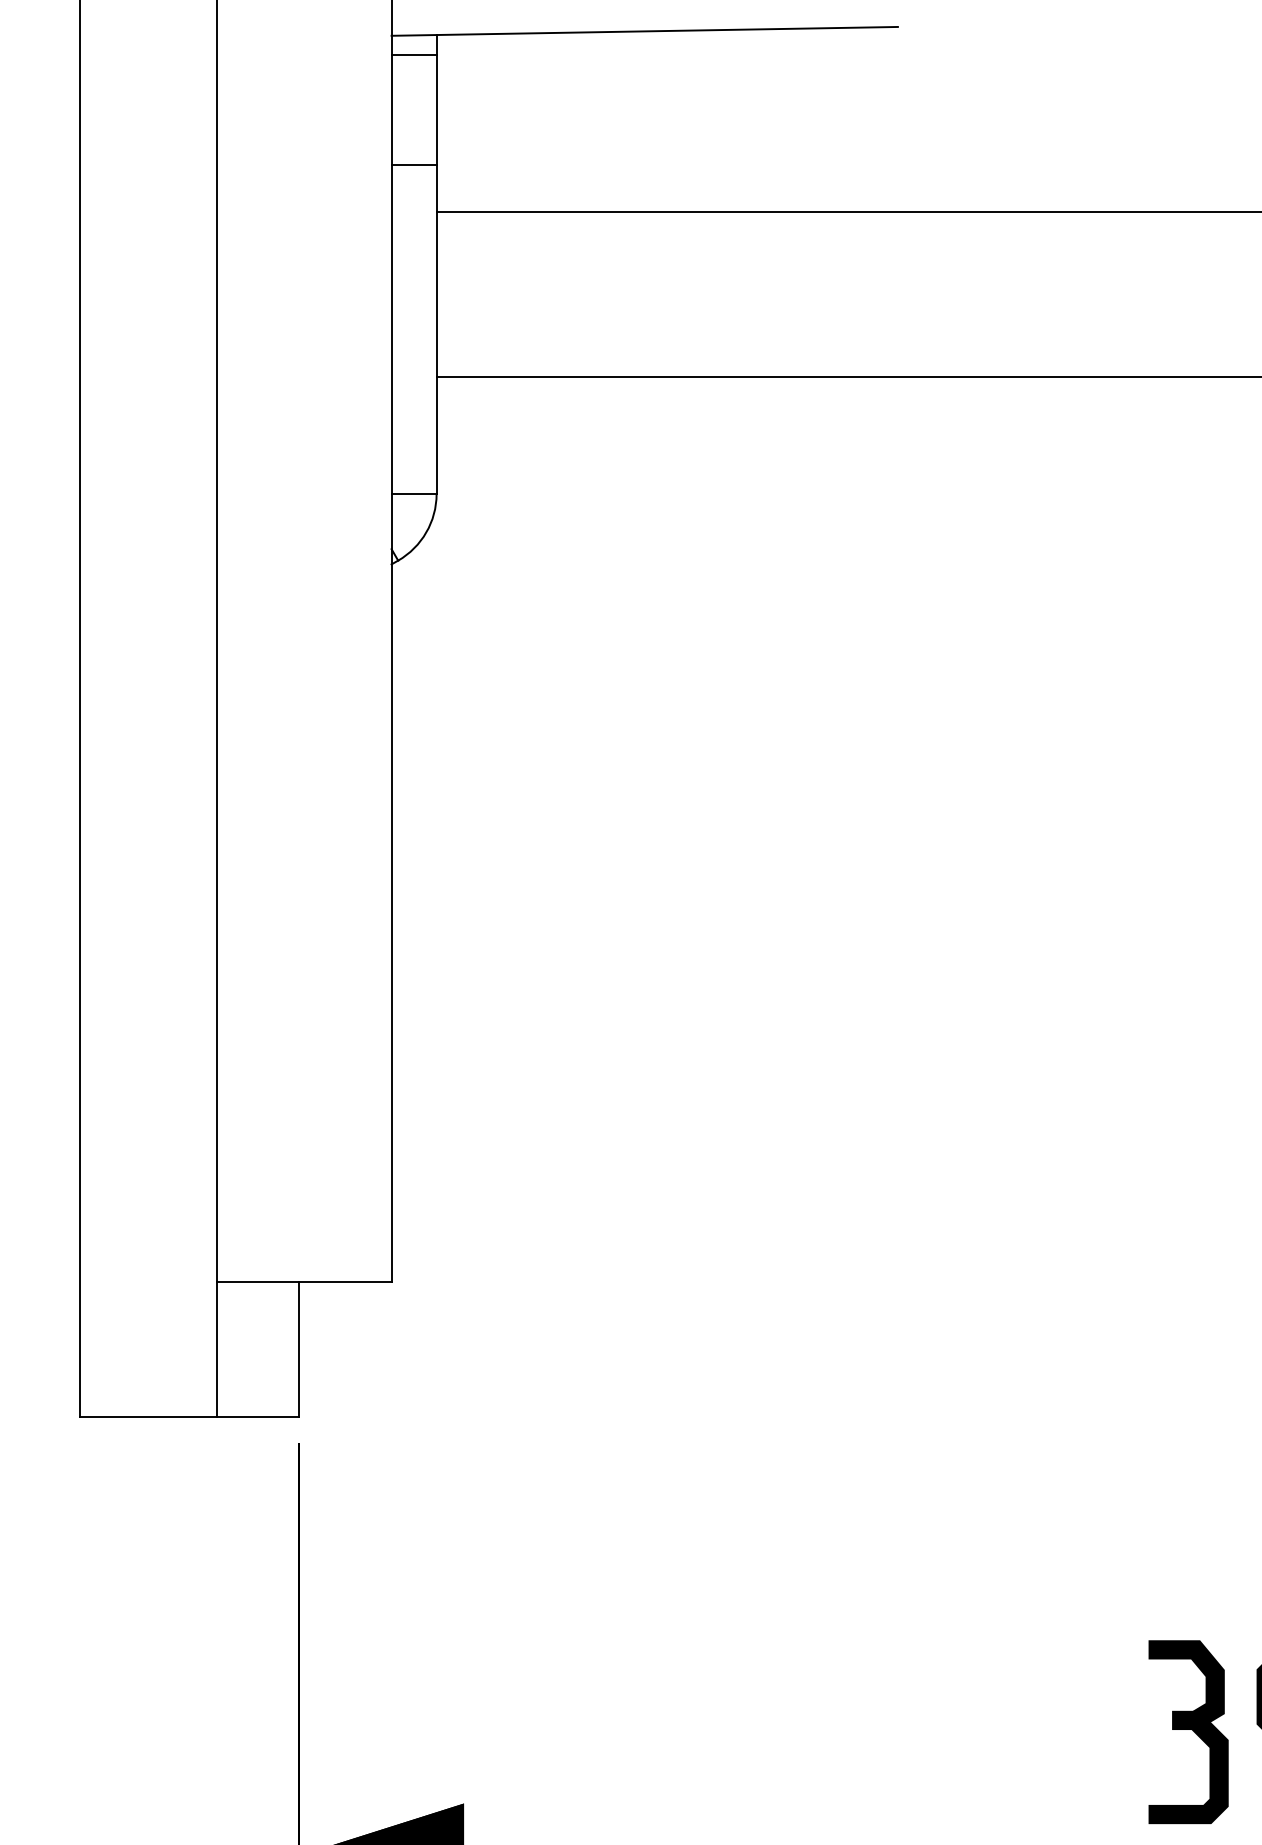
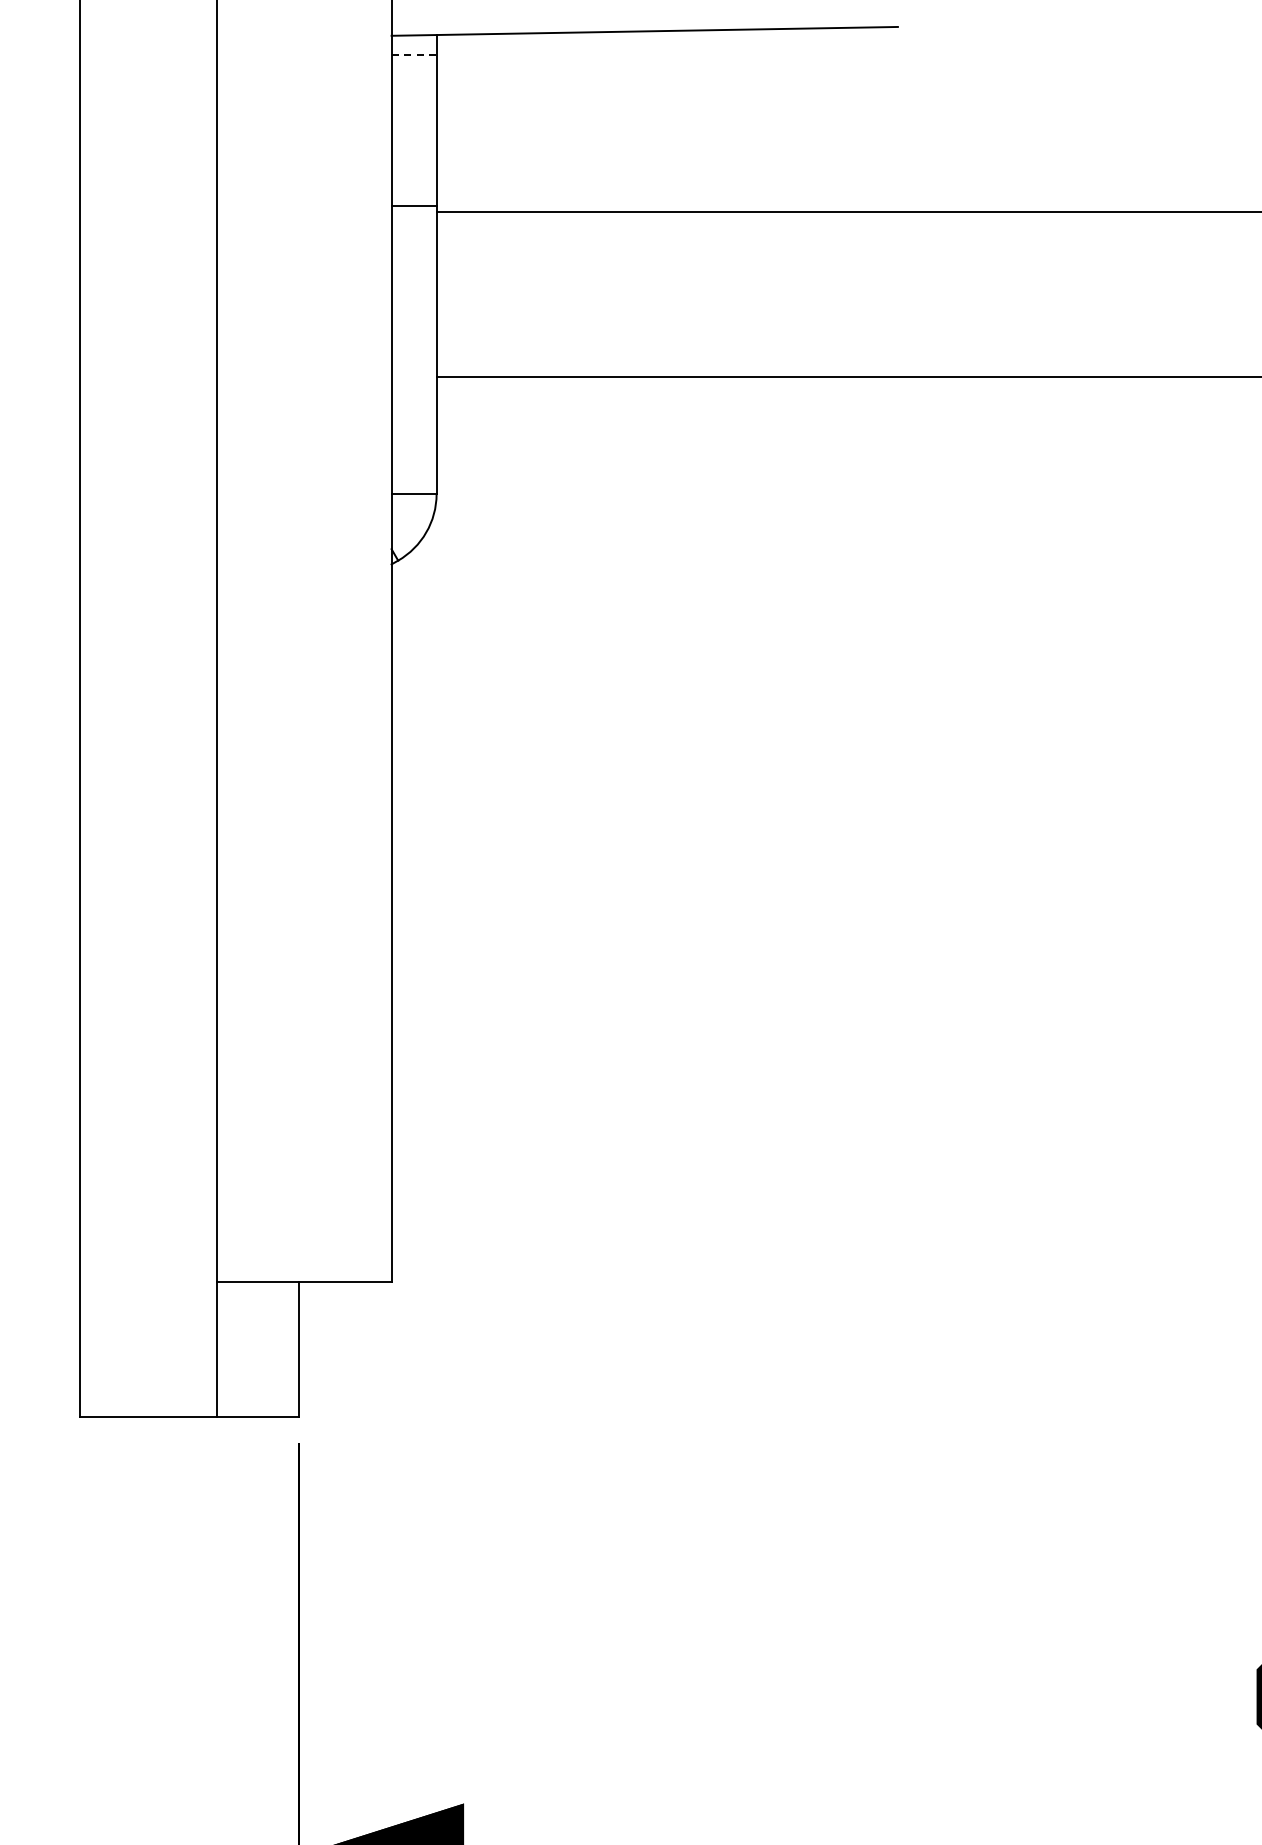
line at (414, 55): solid -> dashed
line at (413, 165) position: (413, 165) -> (413, 206)
part at (1188, 1732): present -> none
